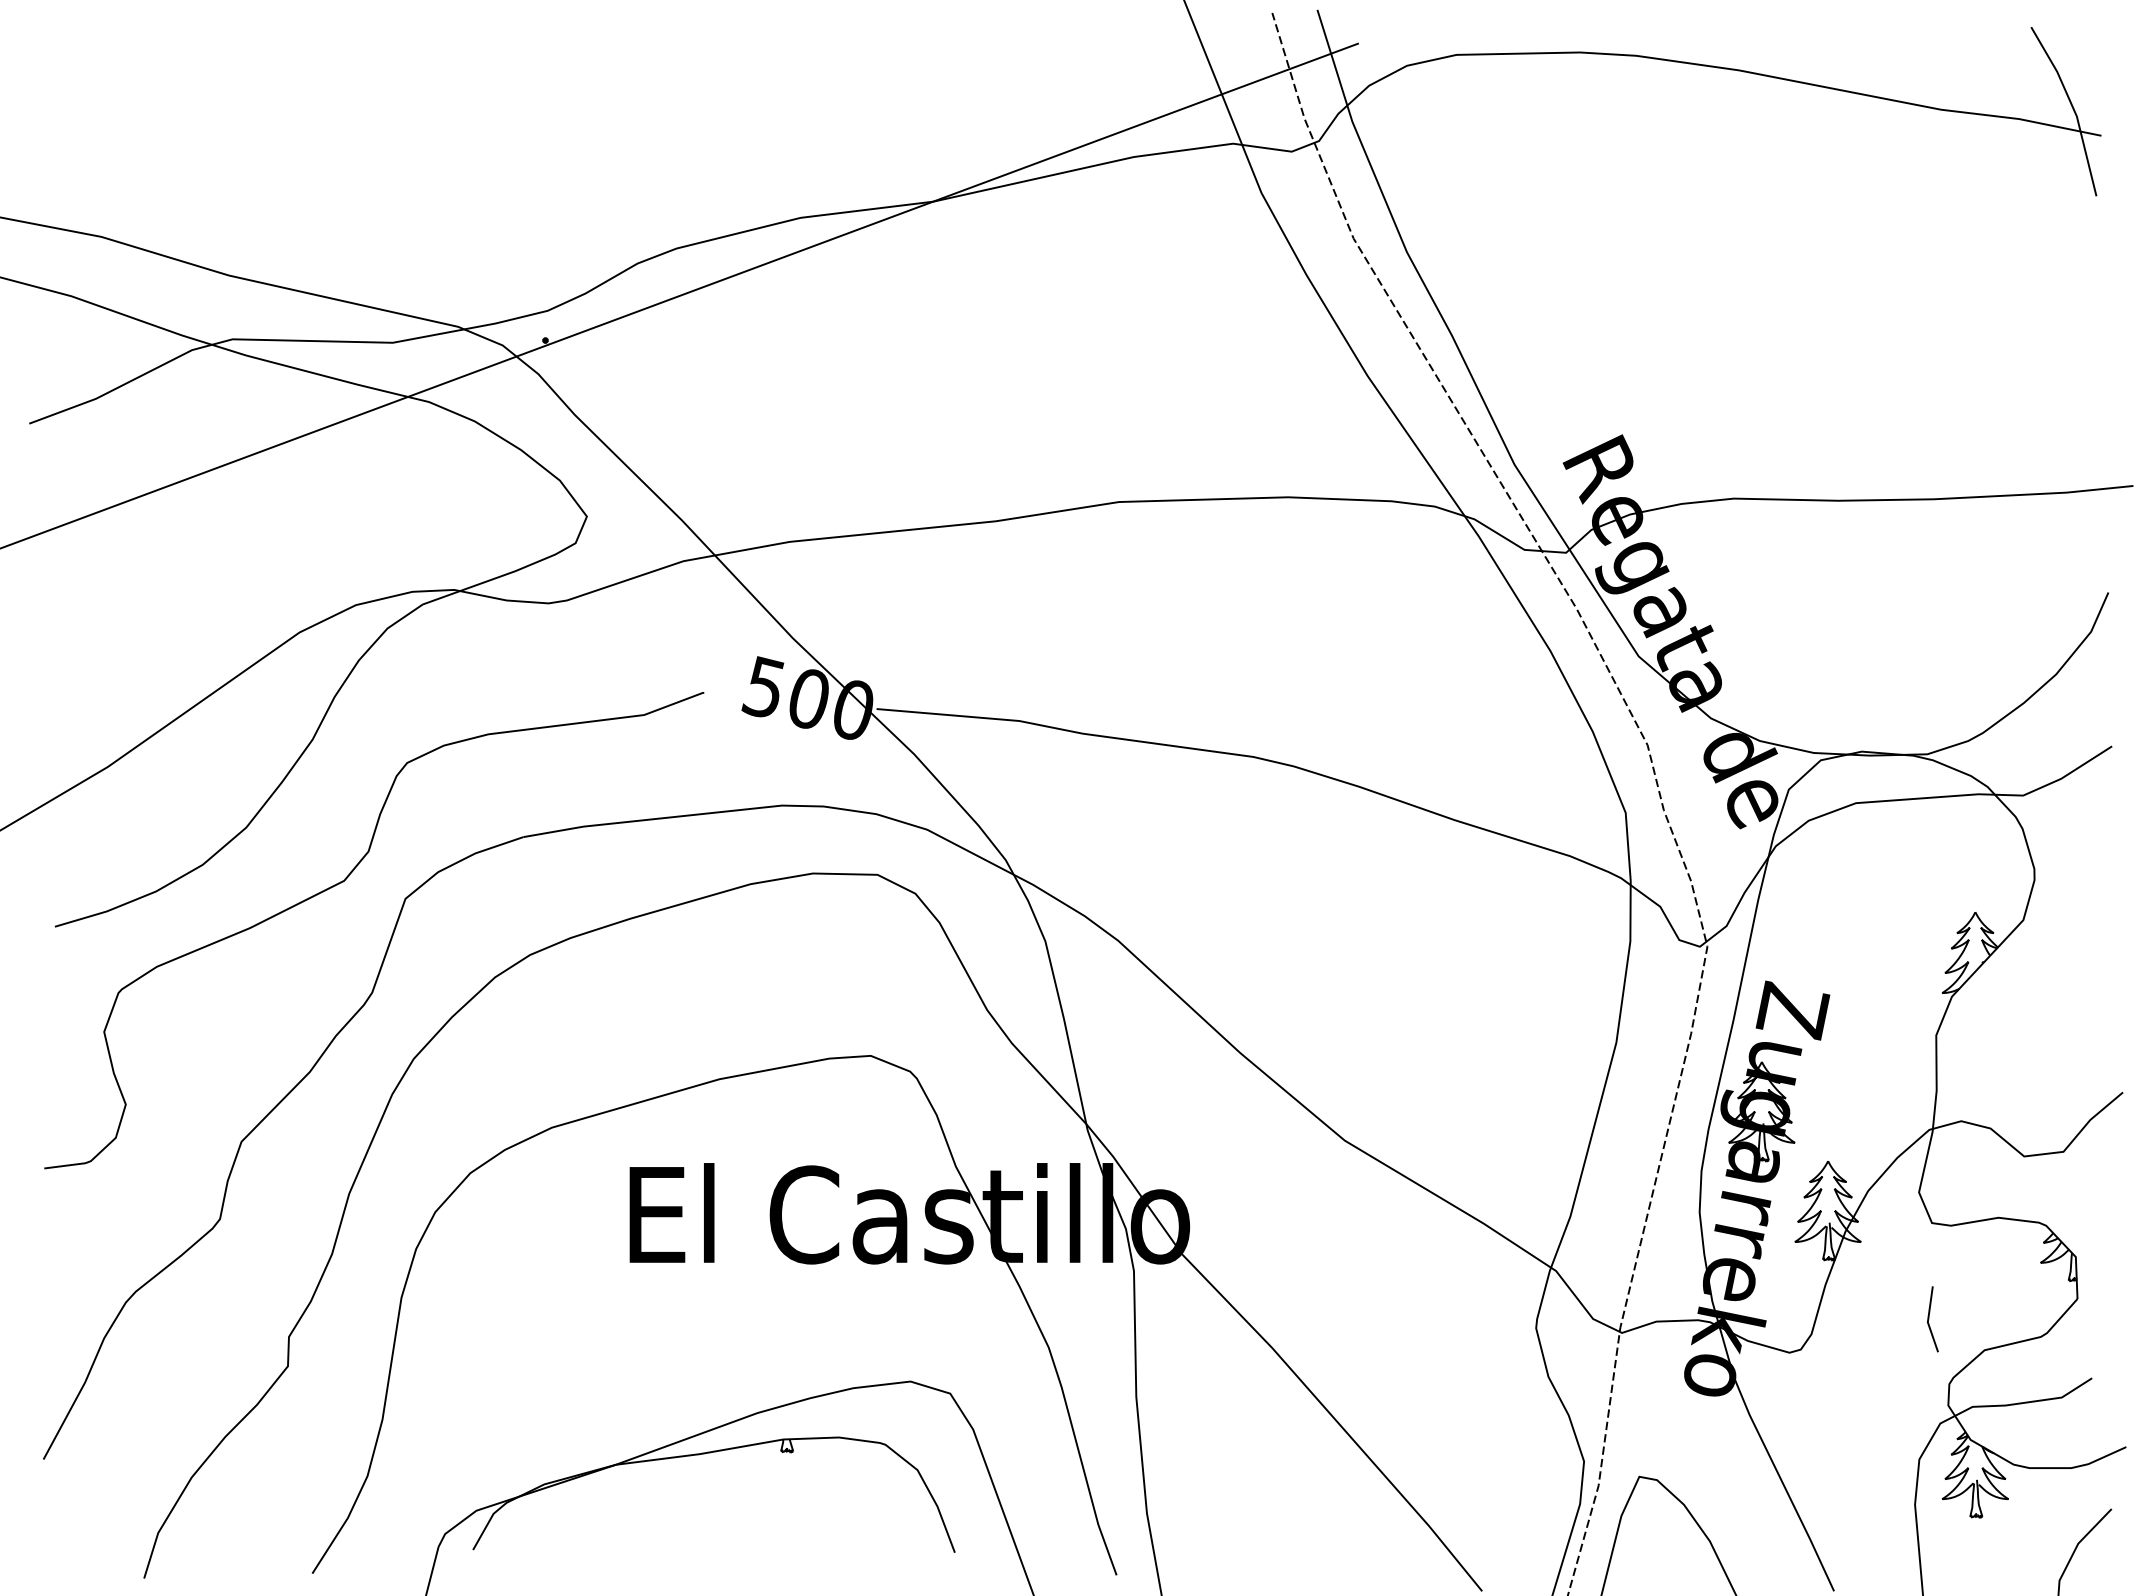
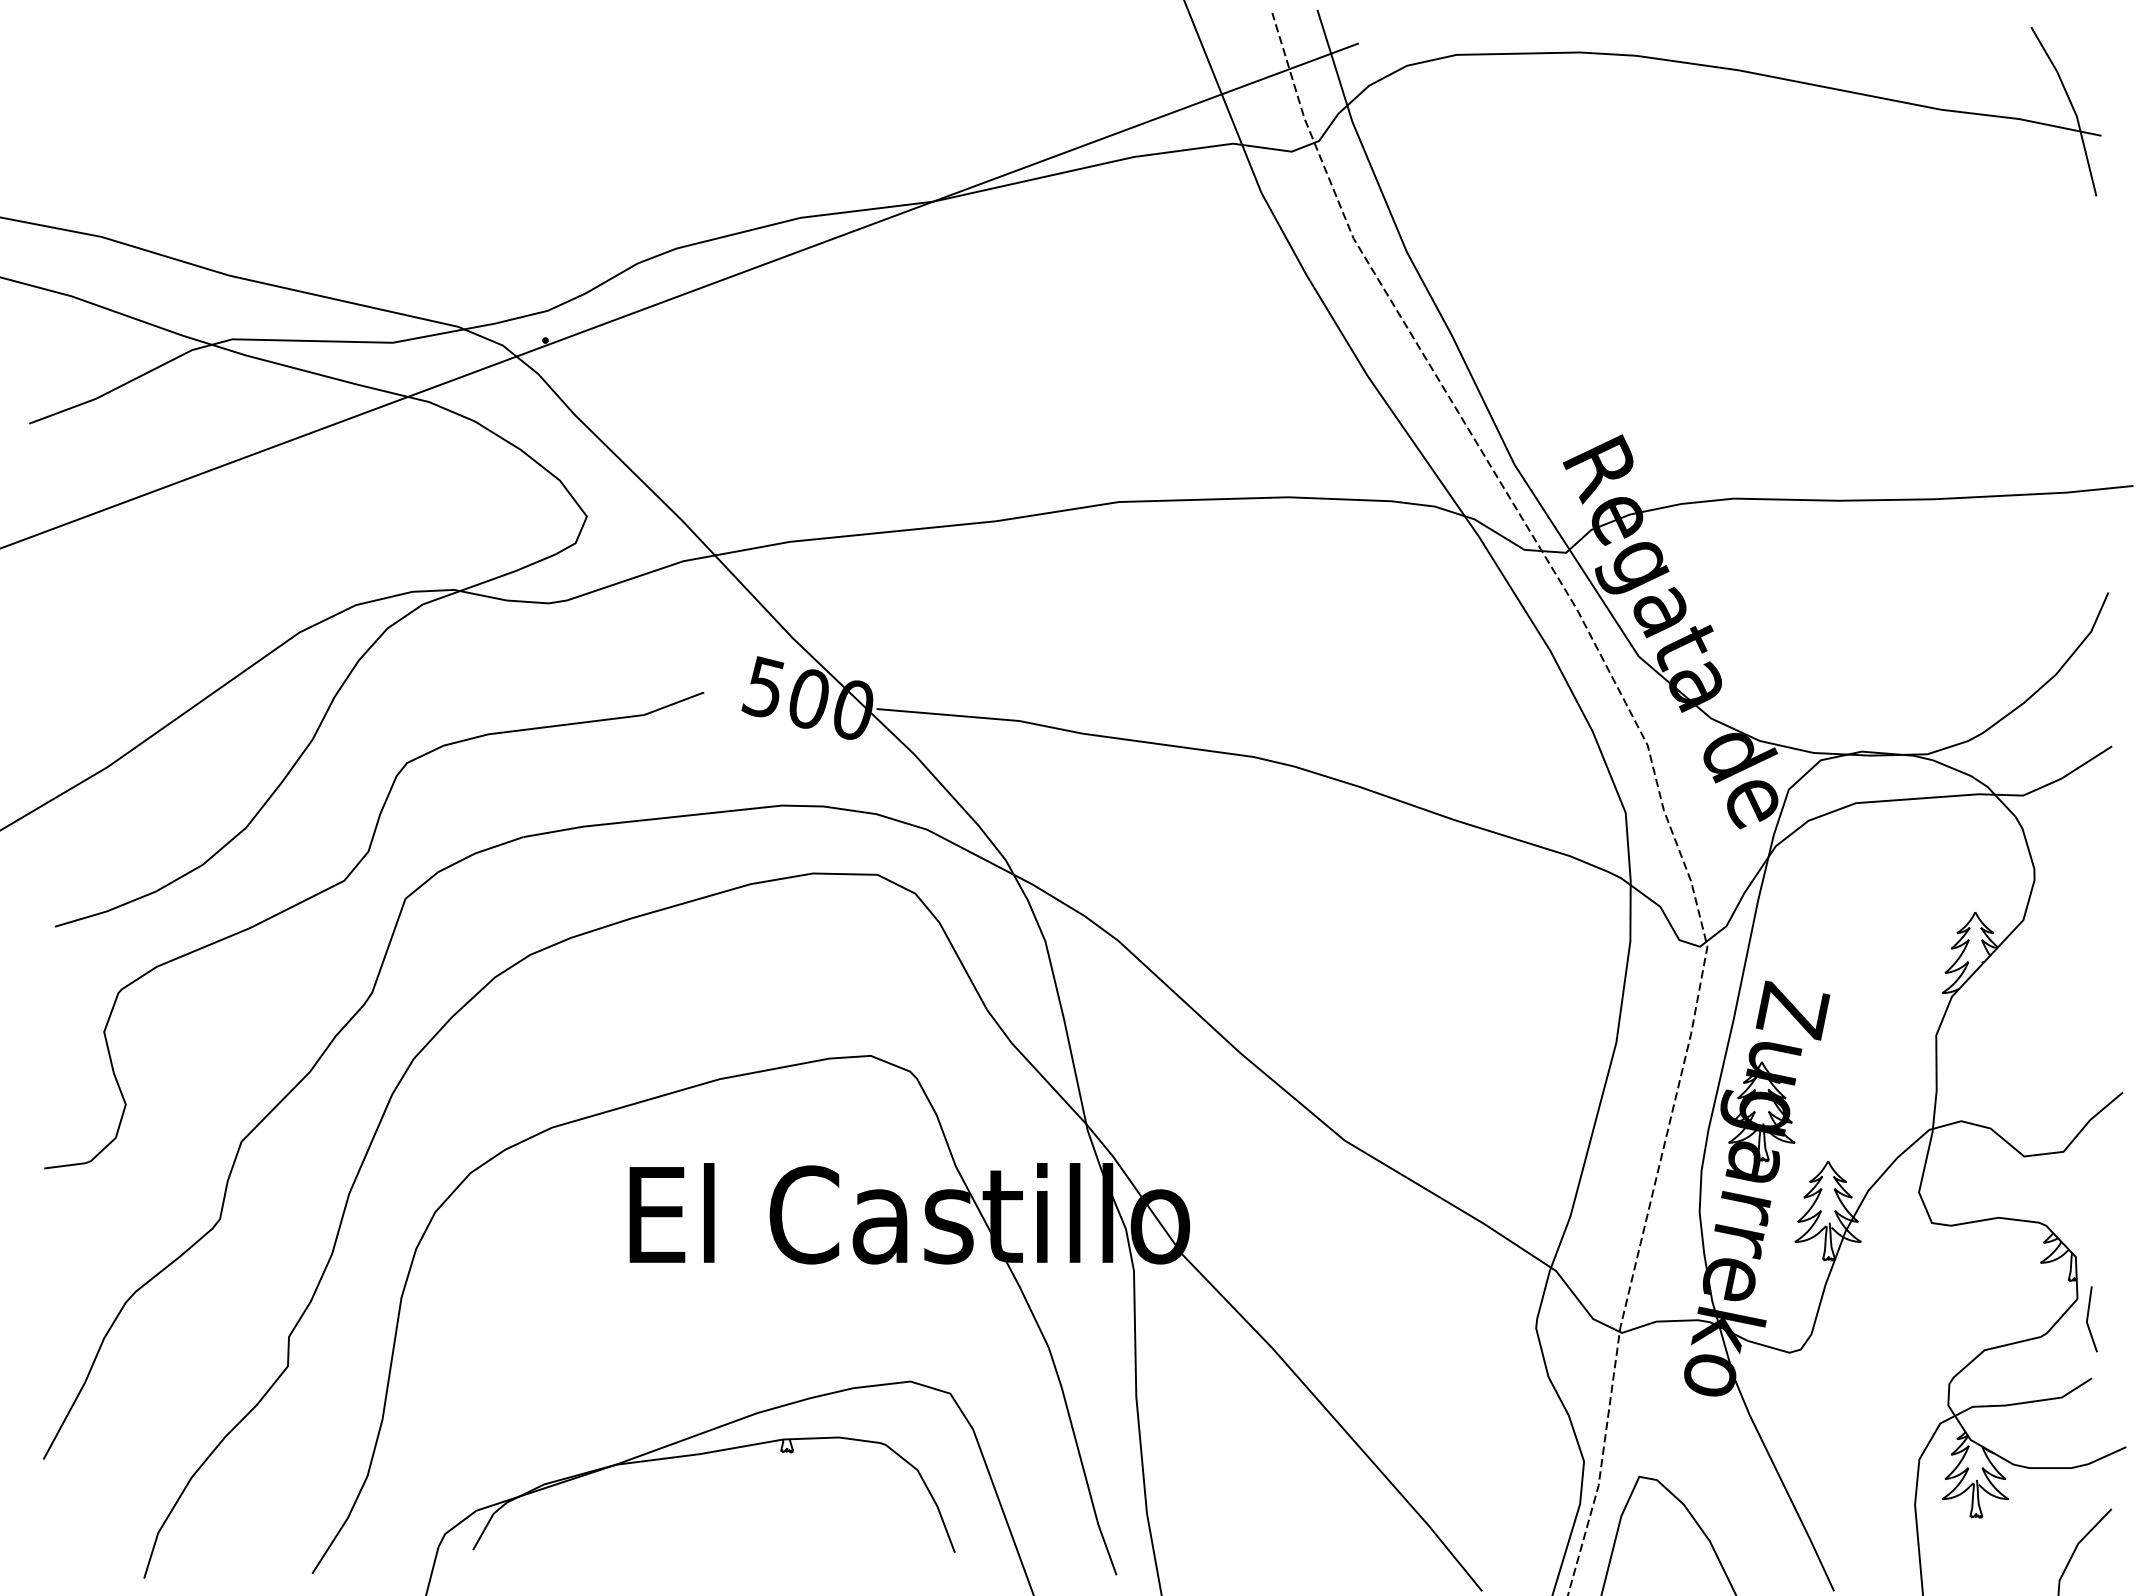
line at (1929, 1319) position: (1929, 1319) -> (2088, 1319)
